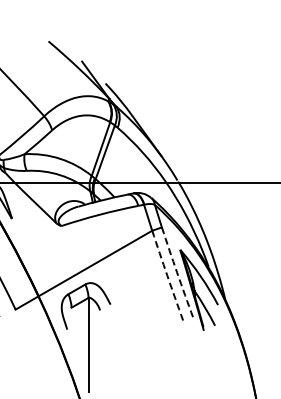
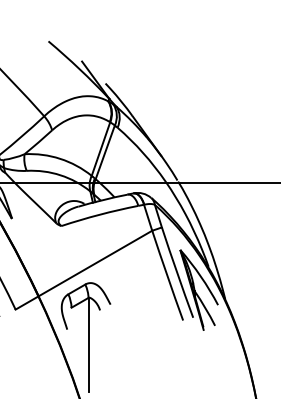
arc at (177, 272): dashed -> solid
arc at (167, 275): dashed -> solid
